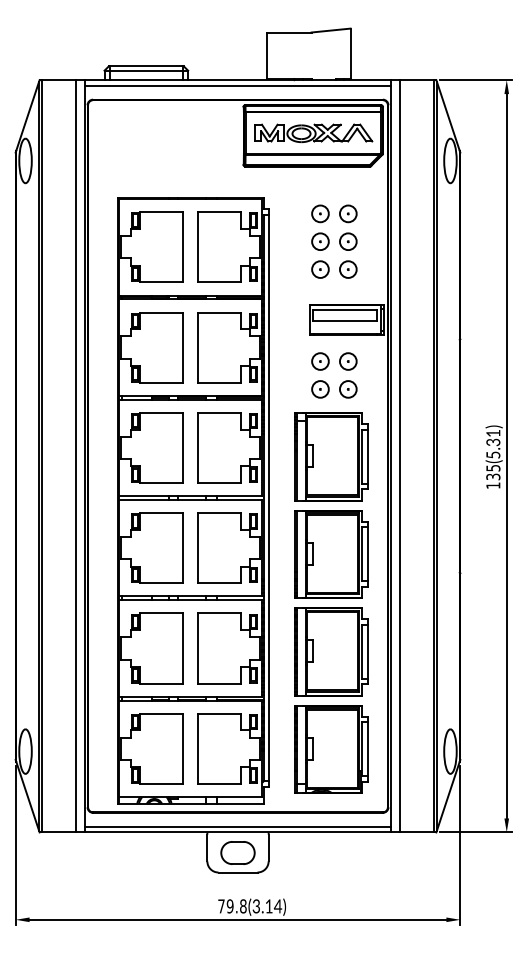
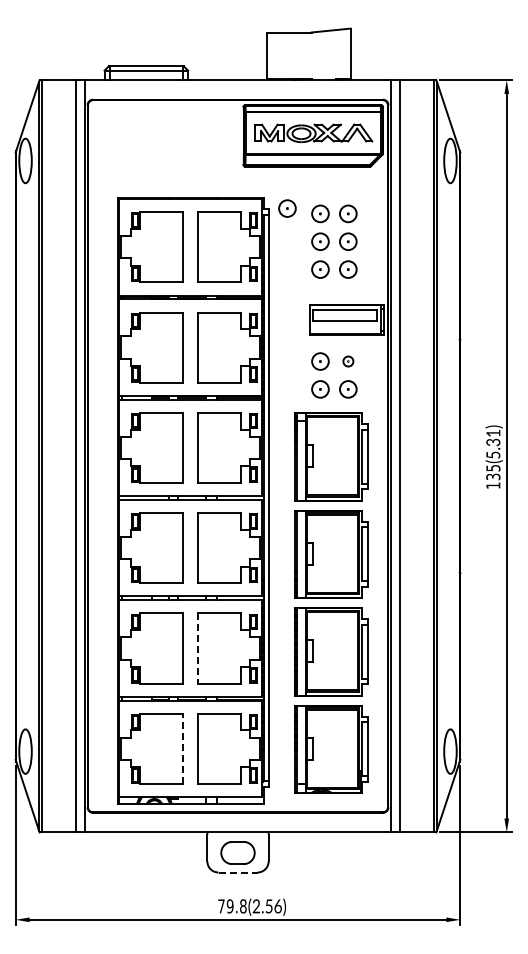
line at (237, 85): present -> none
part at (287, 208): none -> present
part at (348, 361) size: 19x19 px -> 13x13 px
line at (198, 649): solid -> dashed
line at (182, 748): solid -> dashed
line at (237, 826): present -> none
line at (238, 872): solid -> dashed
text at (267, 906): (3.14)\f] -> (2.56)\f]
